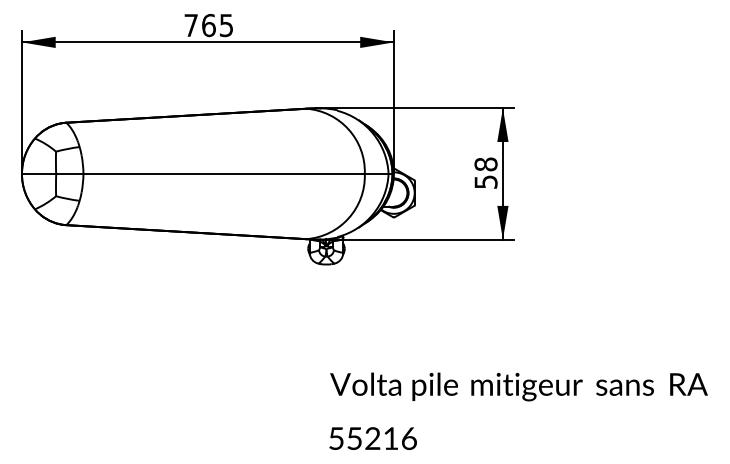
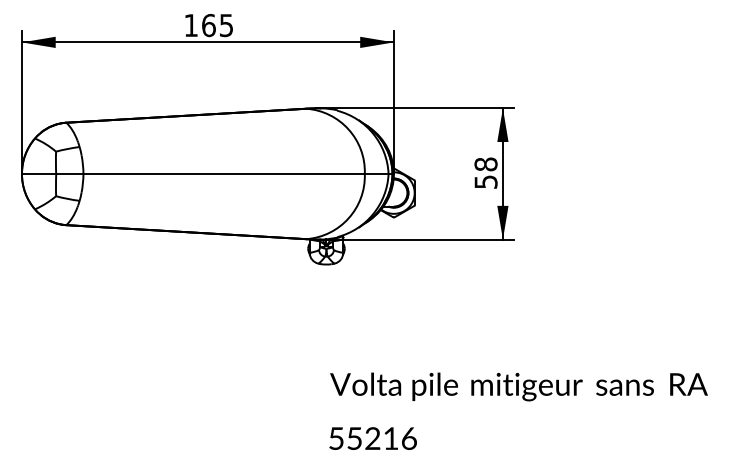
text at (190, 25): 765 -> 165
